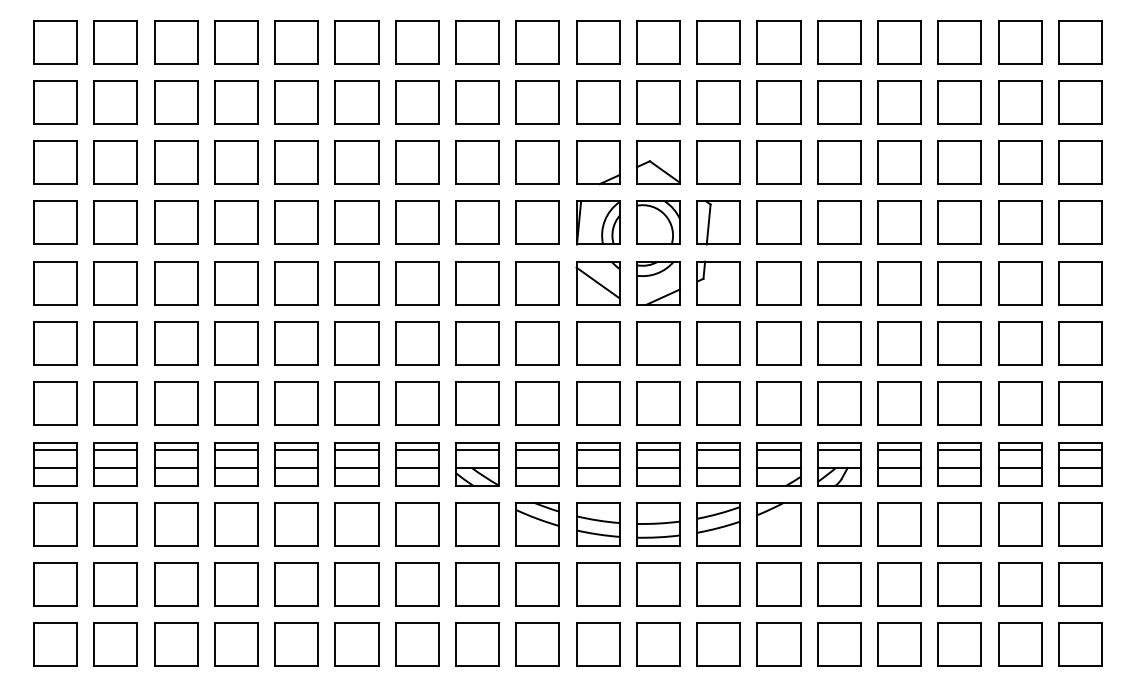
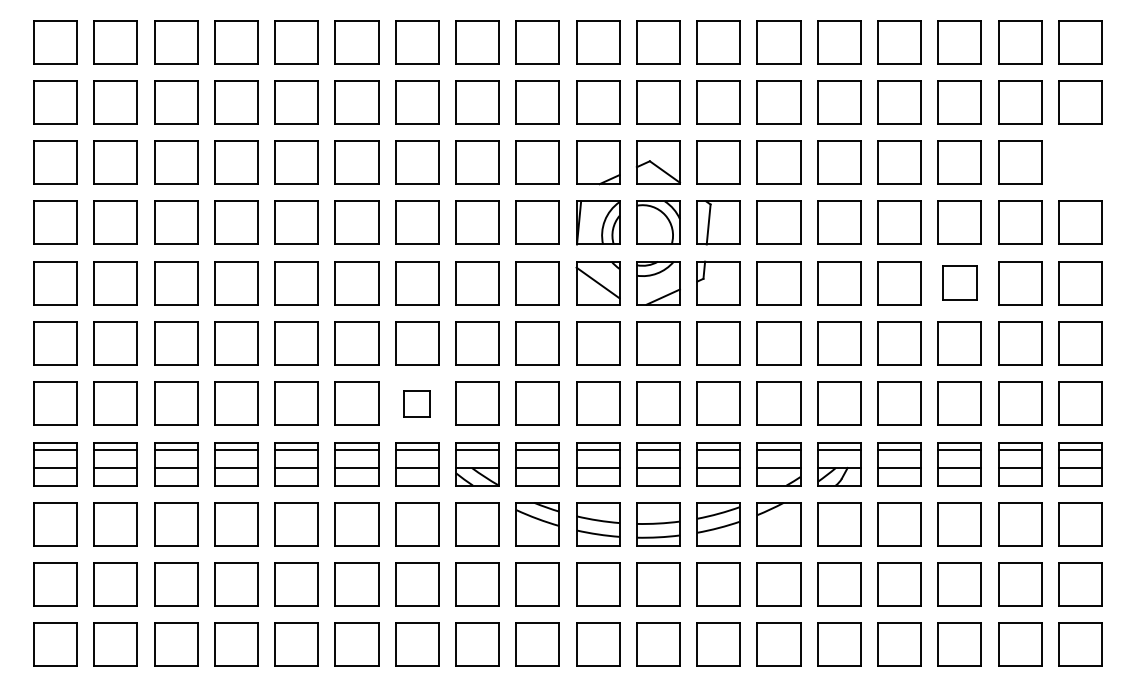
part at (1080, 162): present -> none
part at (959, 283) size: 45x45 px -> 36x36 px
part at (417, 403) size: 45x45 px -> 28x28 px
